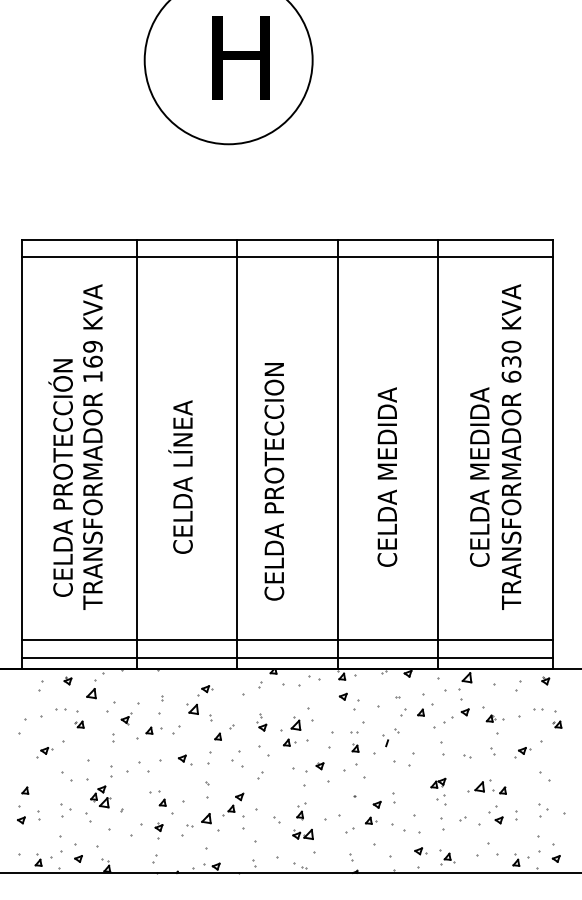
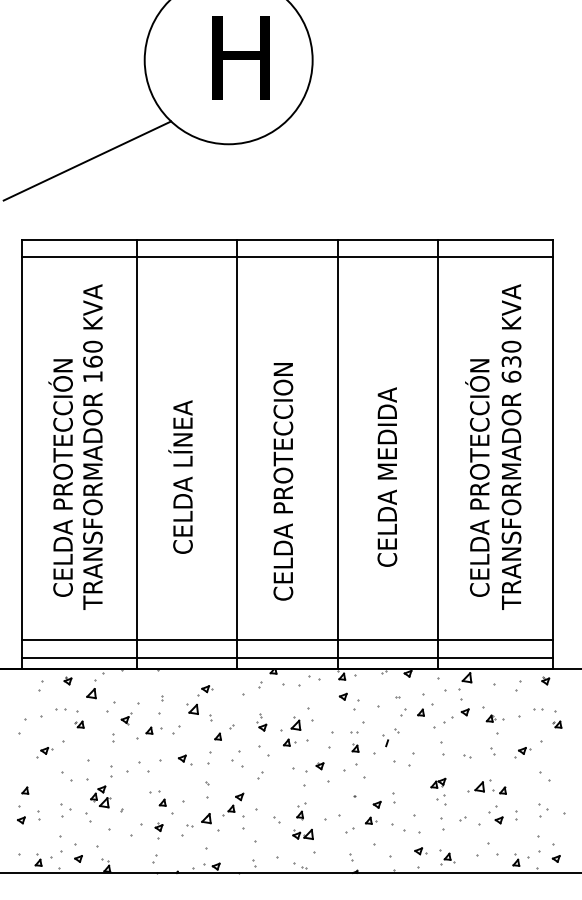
line at (87, 160): none -> present
text at (92, 346): 169 -> 160
text at (477, 477): CELDA MEDIDA -> CELDA PROTECCIÓN
text at (274, 481) position: (274, 481) -> (283, 481)
